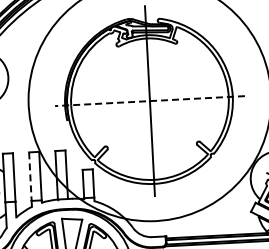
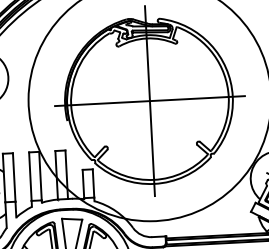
line at (149, 101): dashed -> solid
line at (30, 177): dashed -> solid
